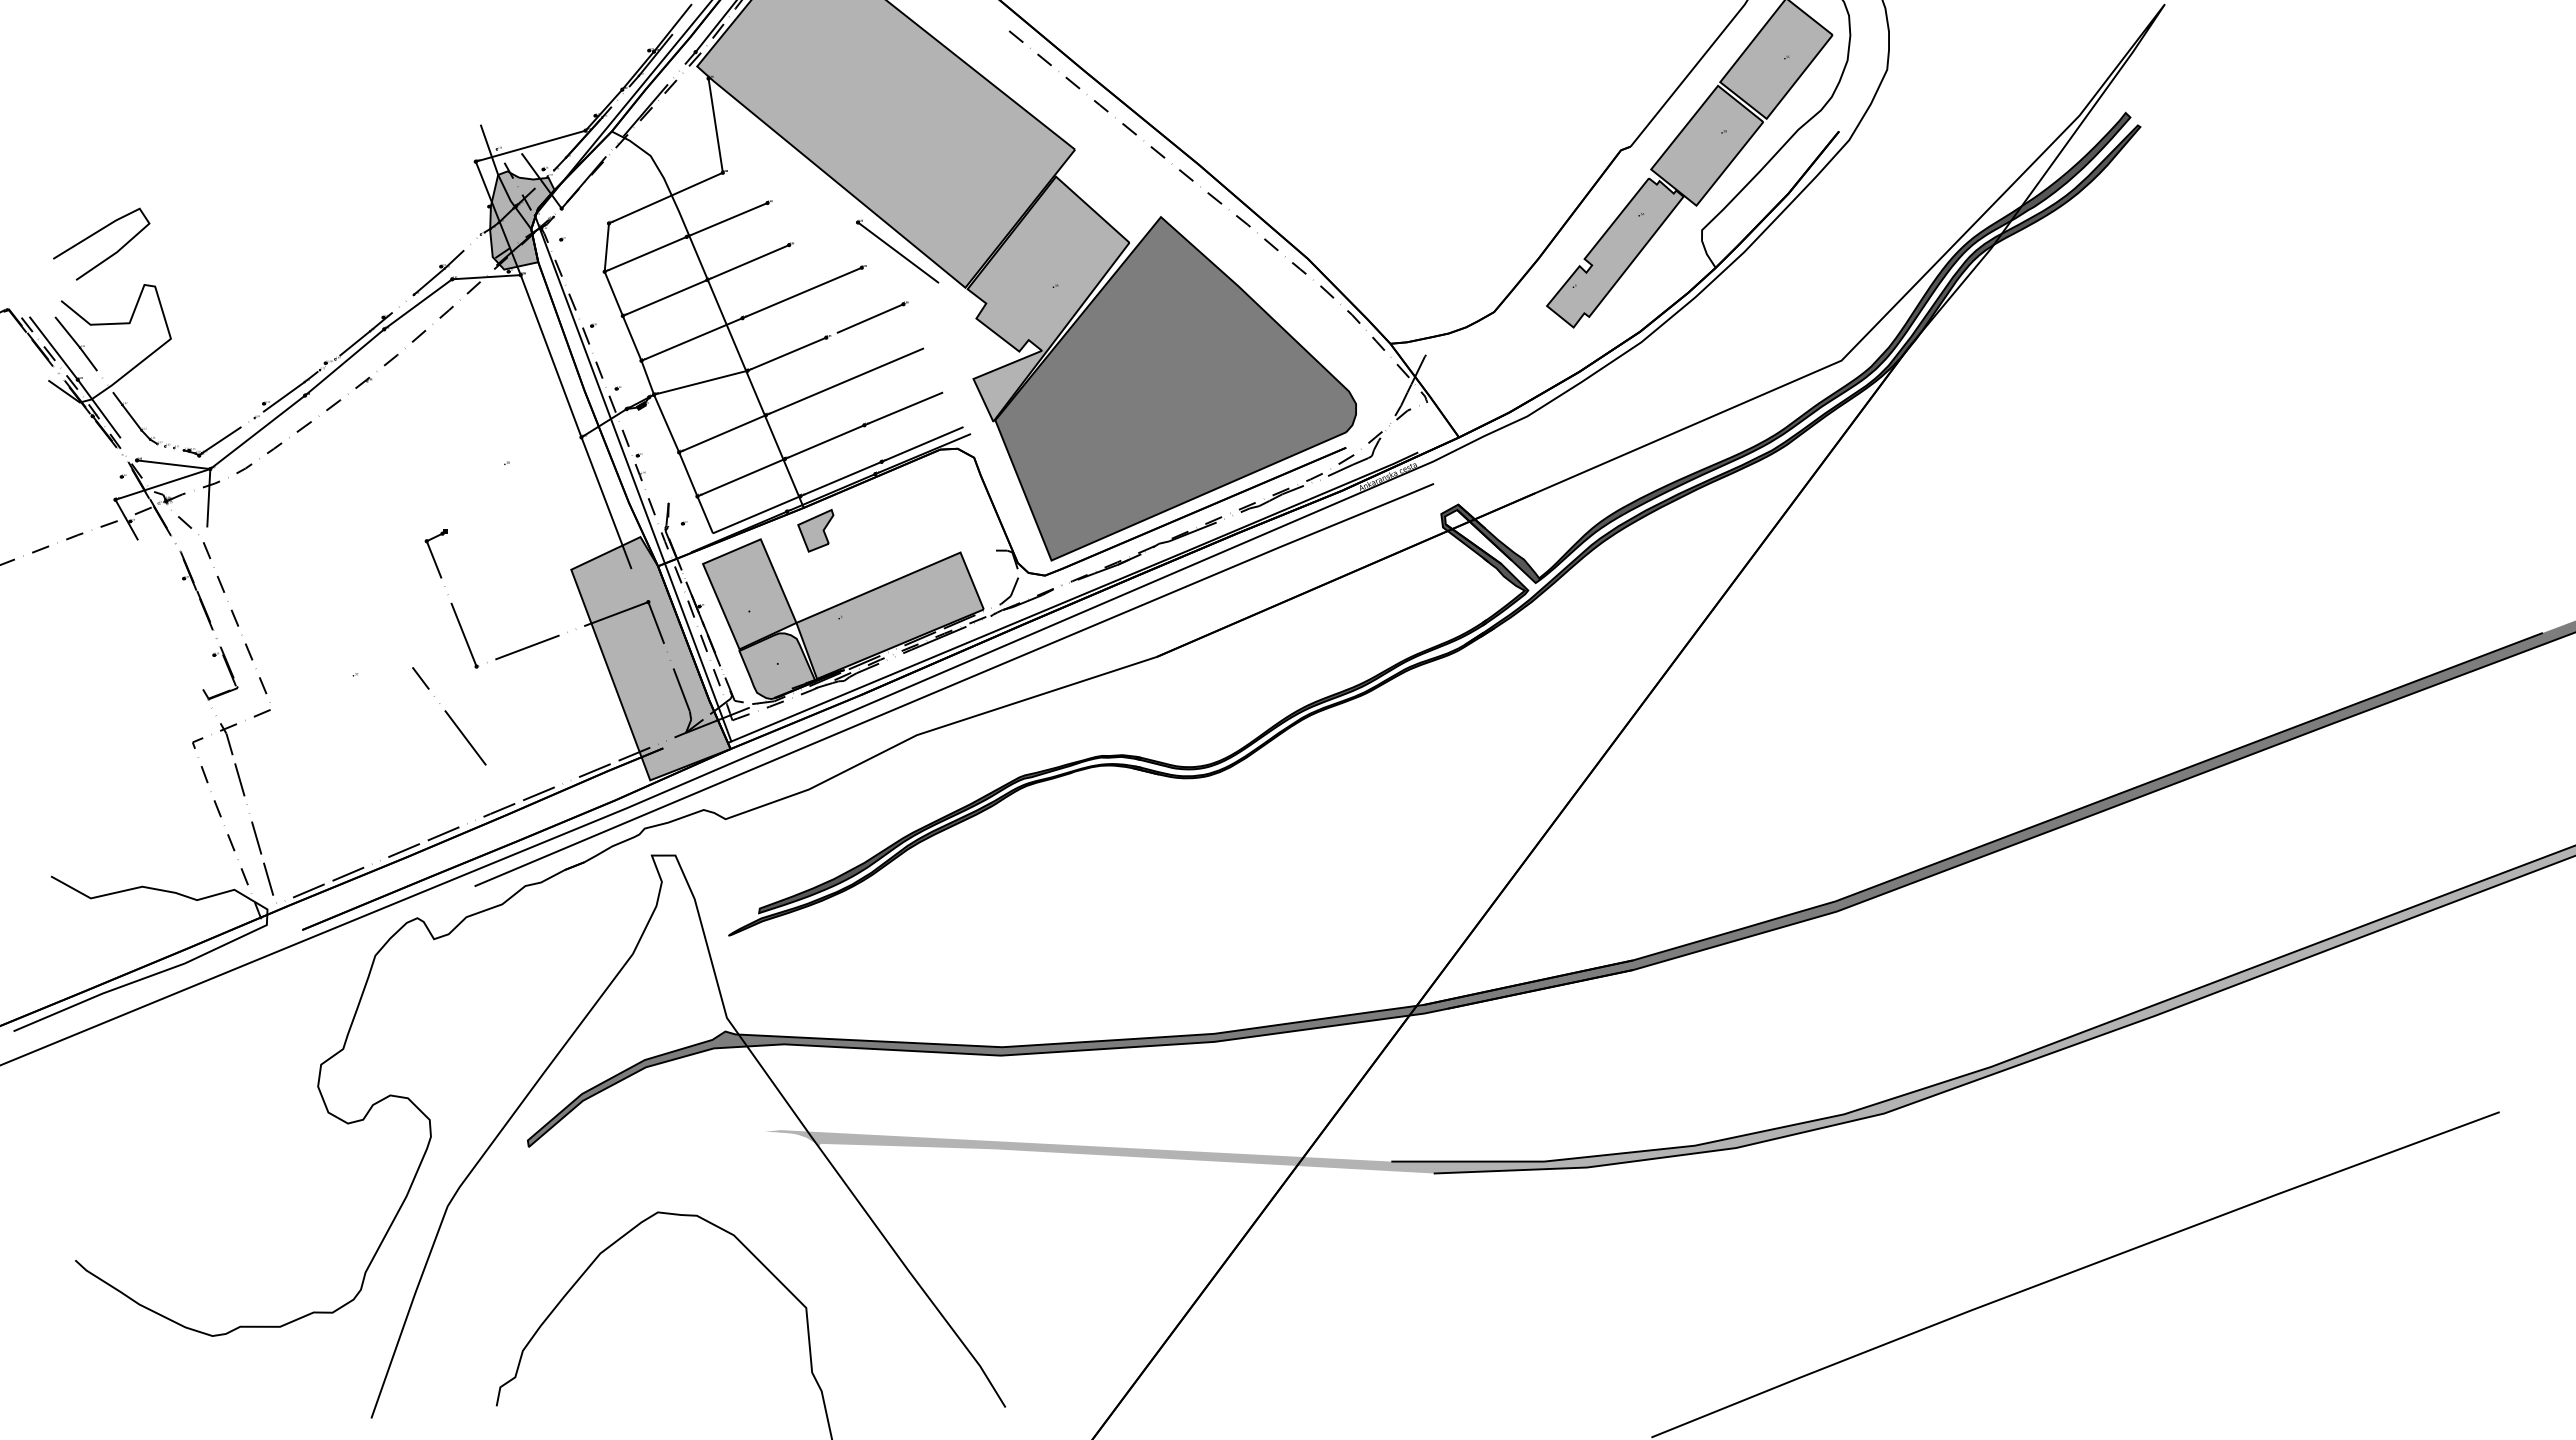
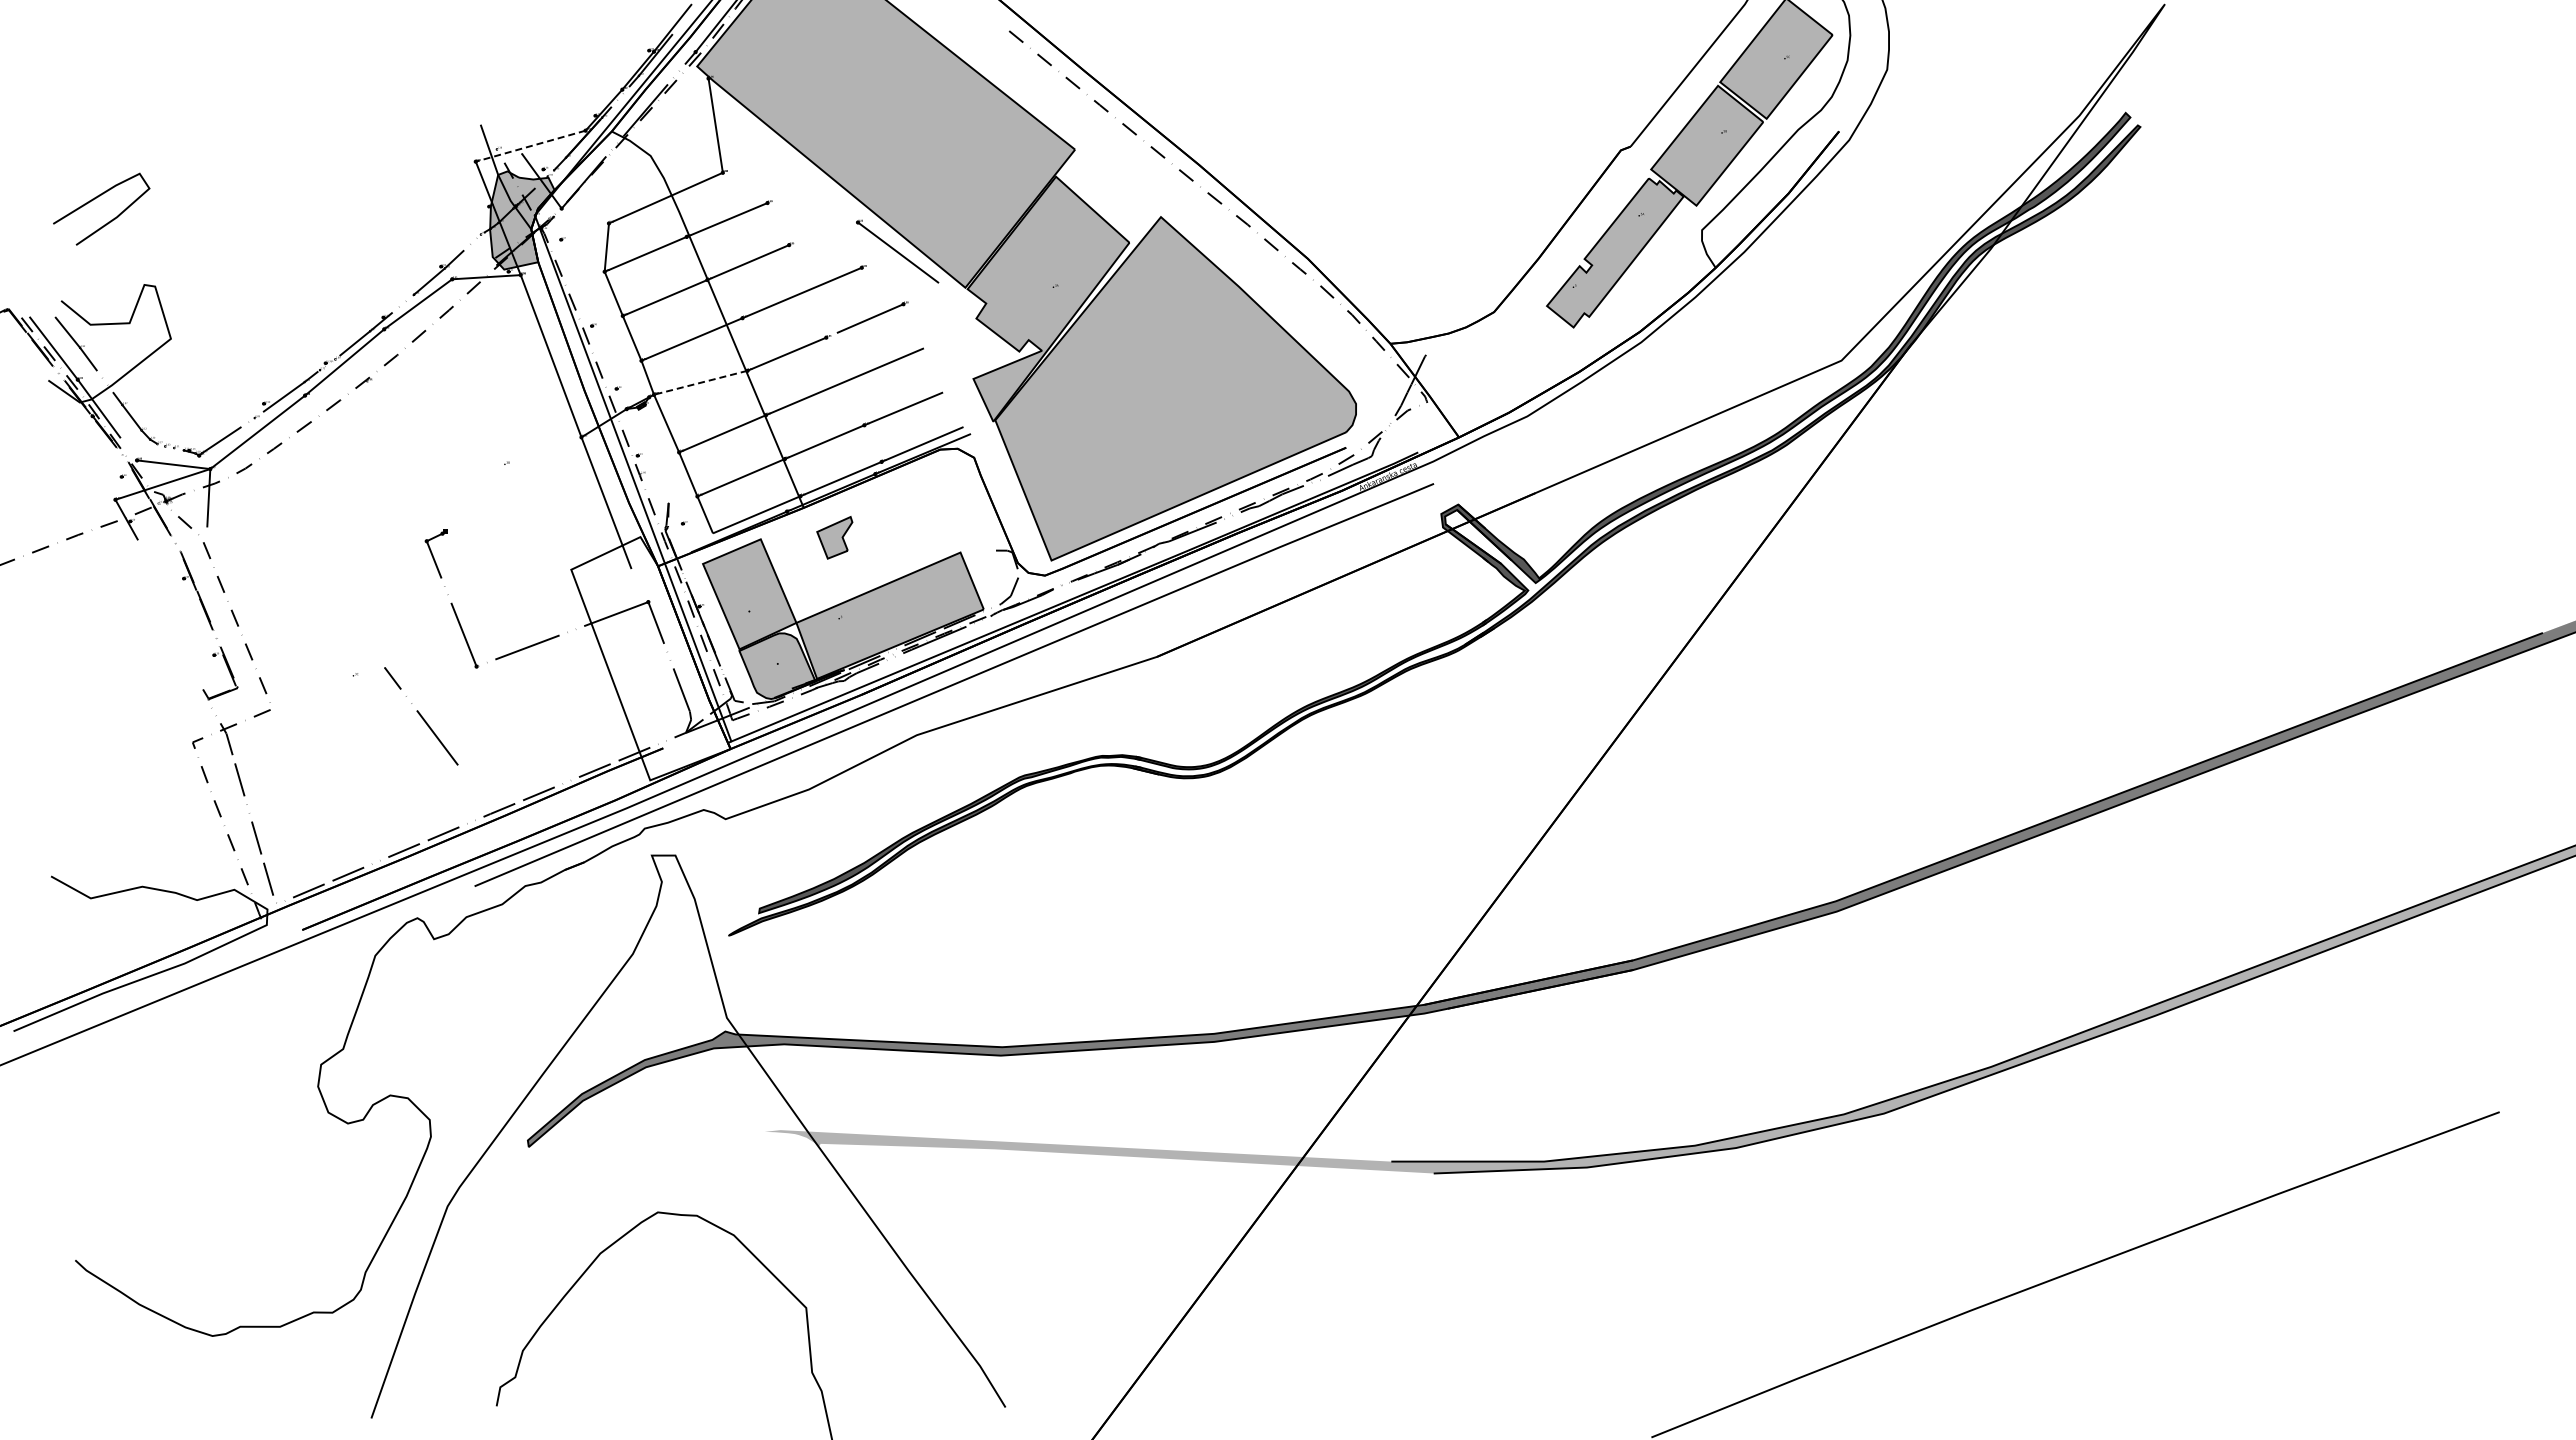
line at (530, 146): solid -> dashed
curve at (95, 234) position: (95, 234) -> (95, 199)
line at (700, 382): solid -> dashed
fill at (1175, 388): present -> none
part at (815, 530) position: (815, 530) -> (834, 537)
fill at (650, 658): present -> none
line at (449, 716) position: (449, 716) -> (421, 716)
